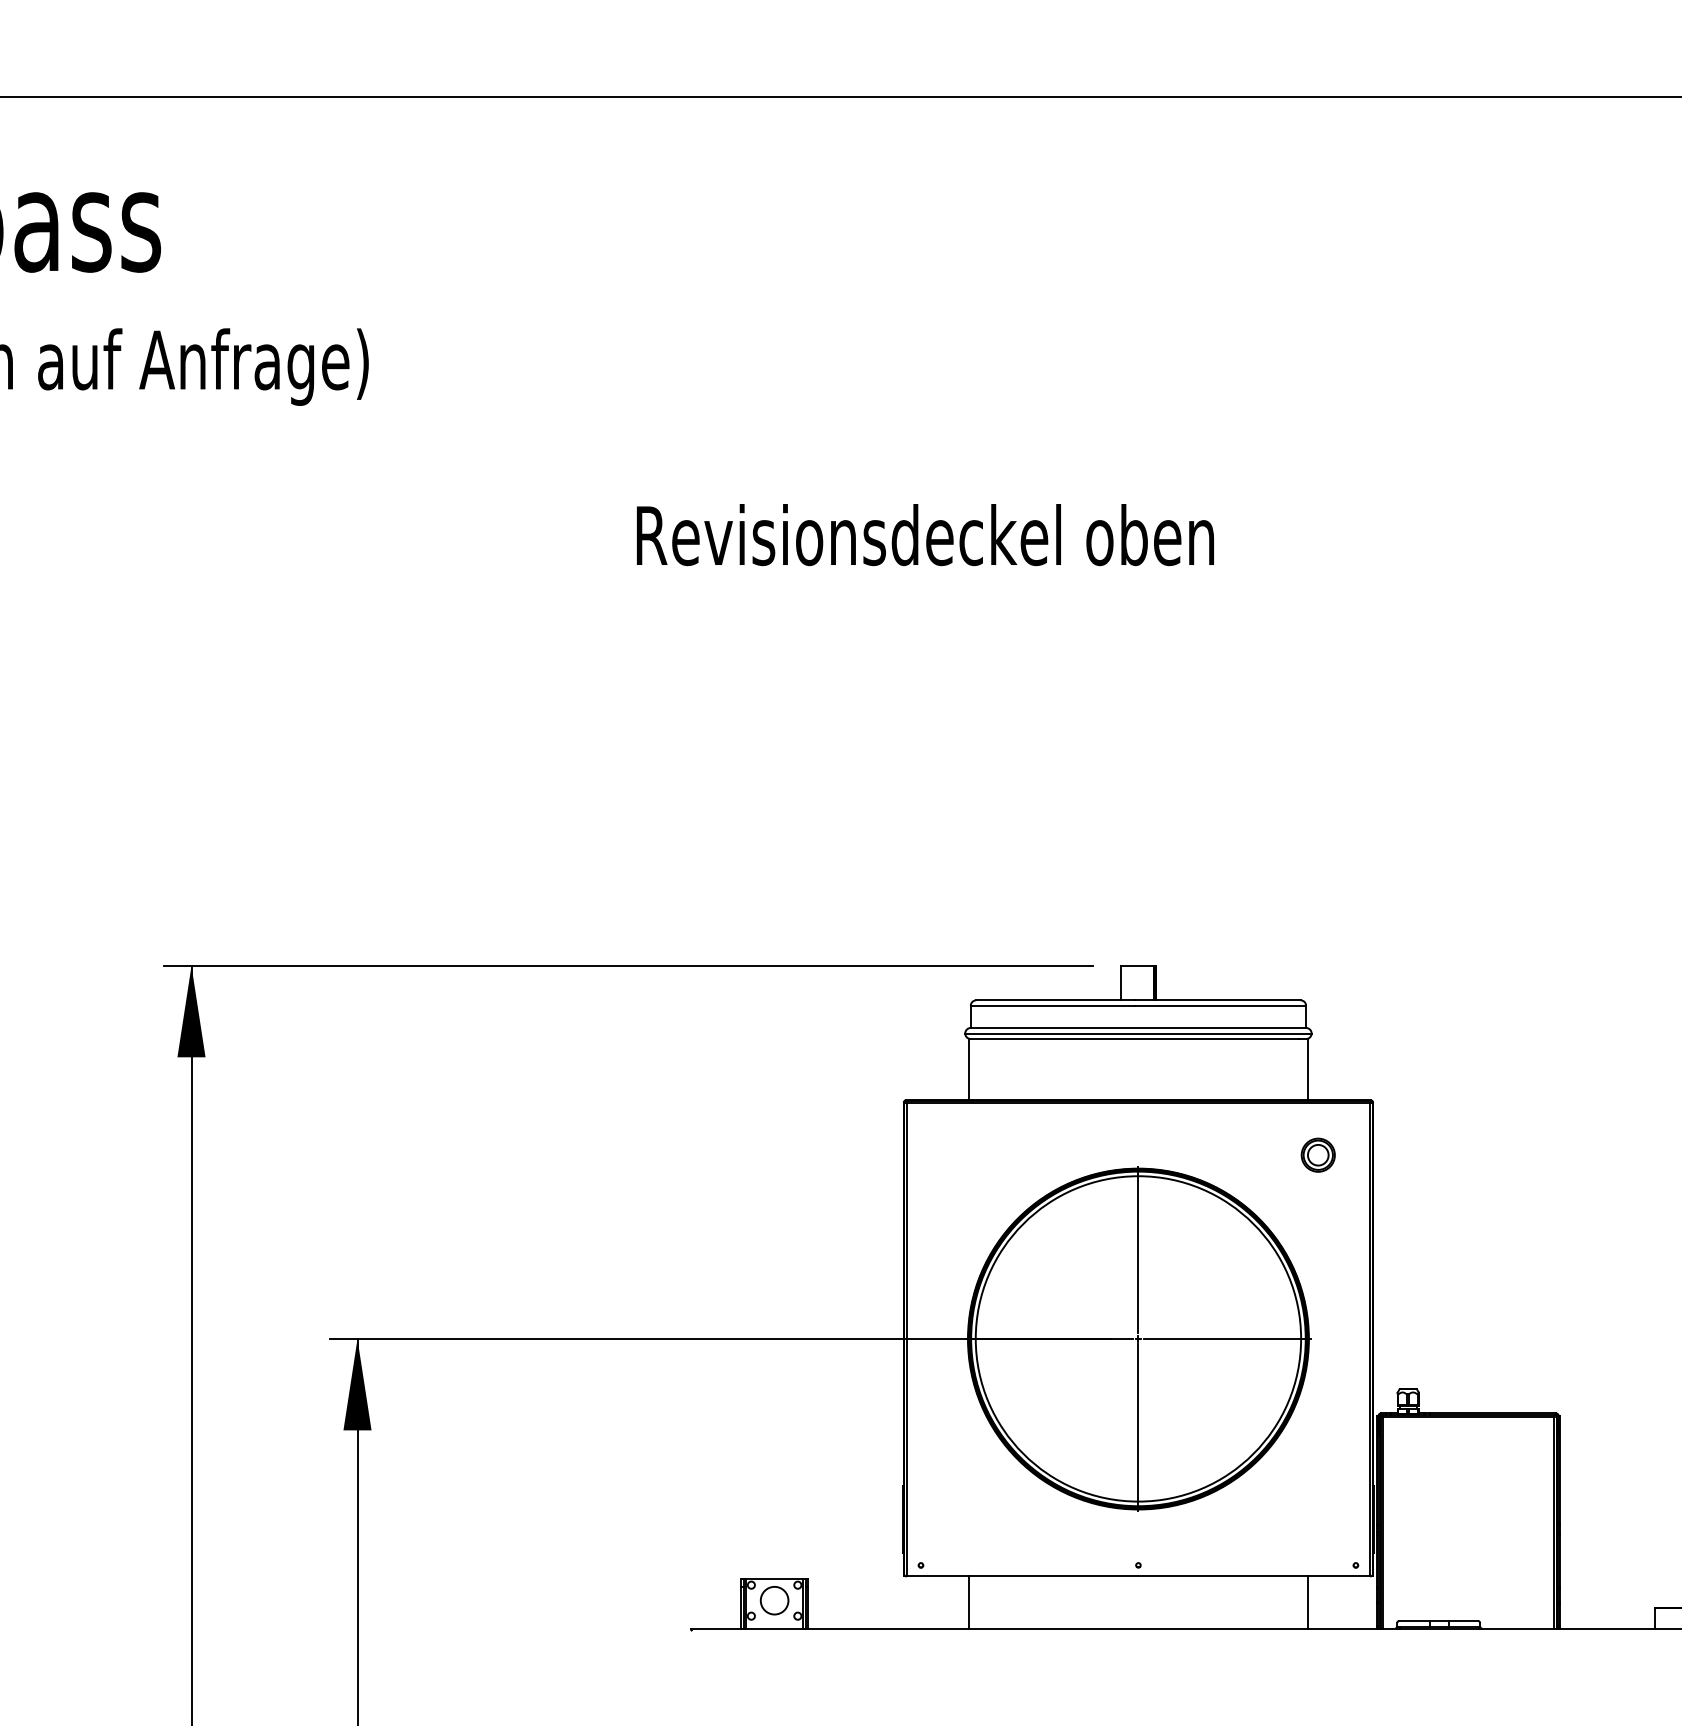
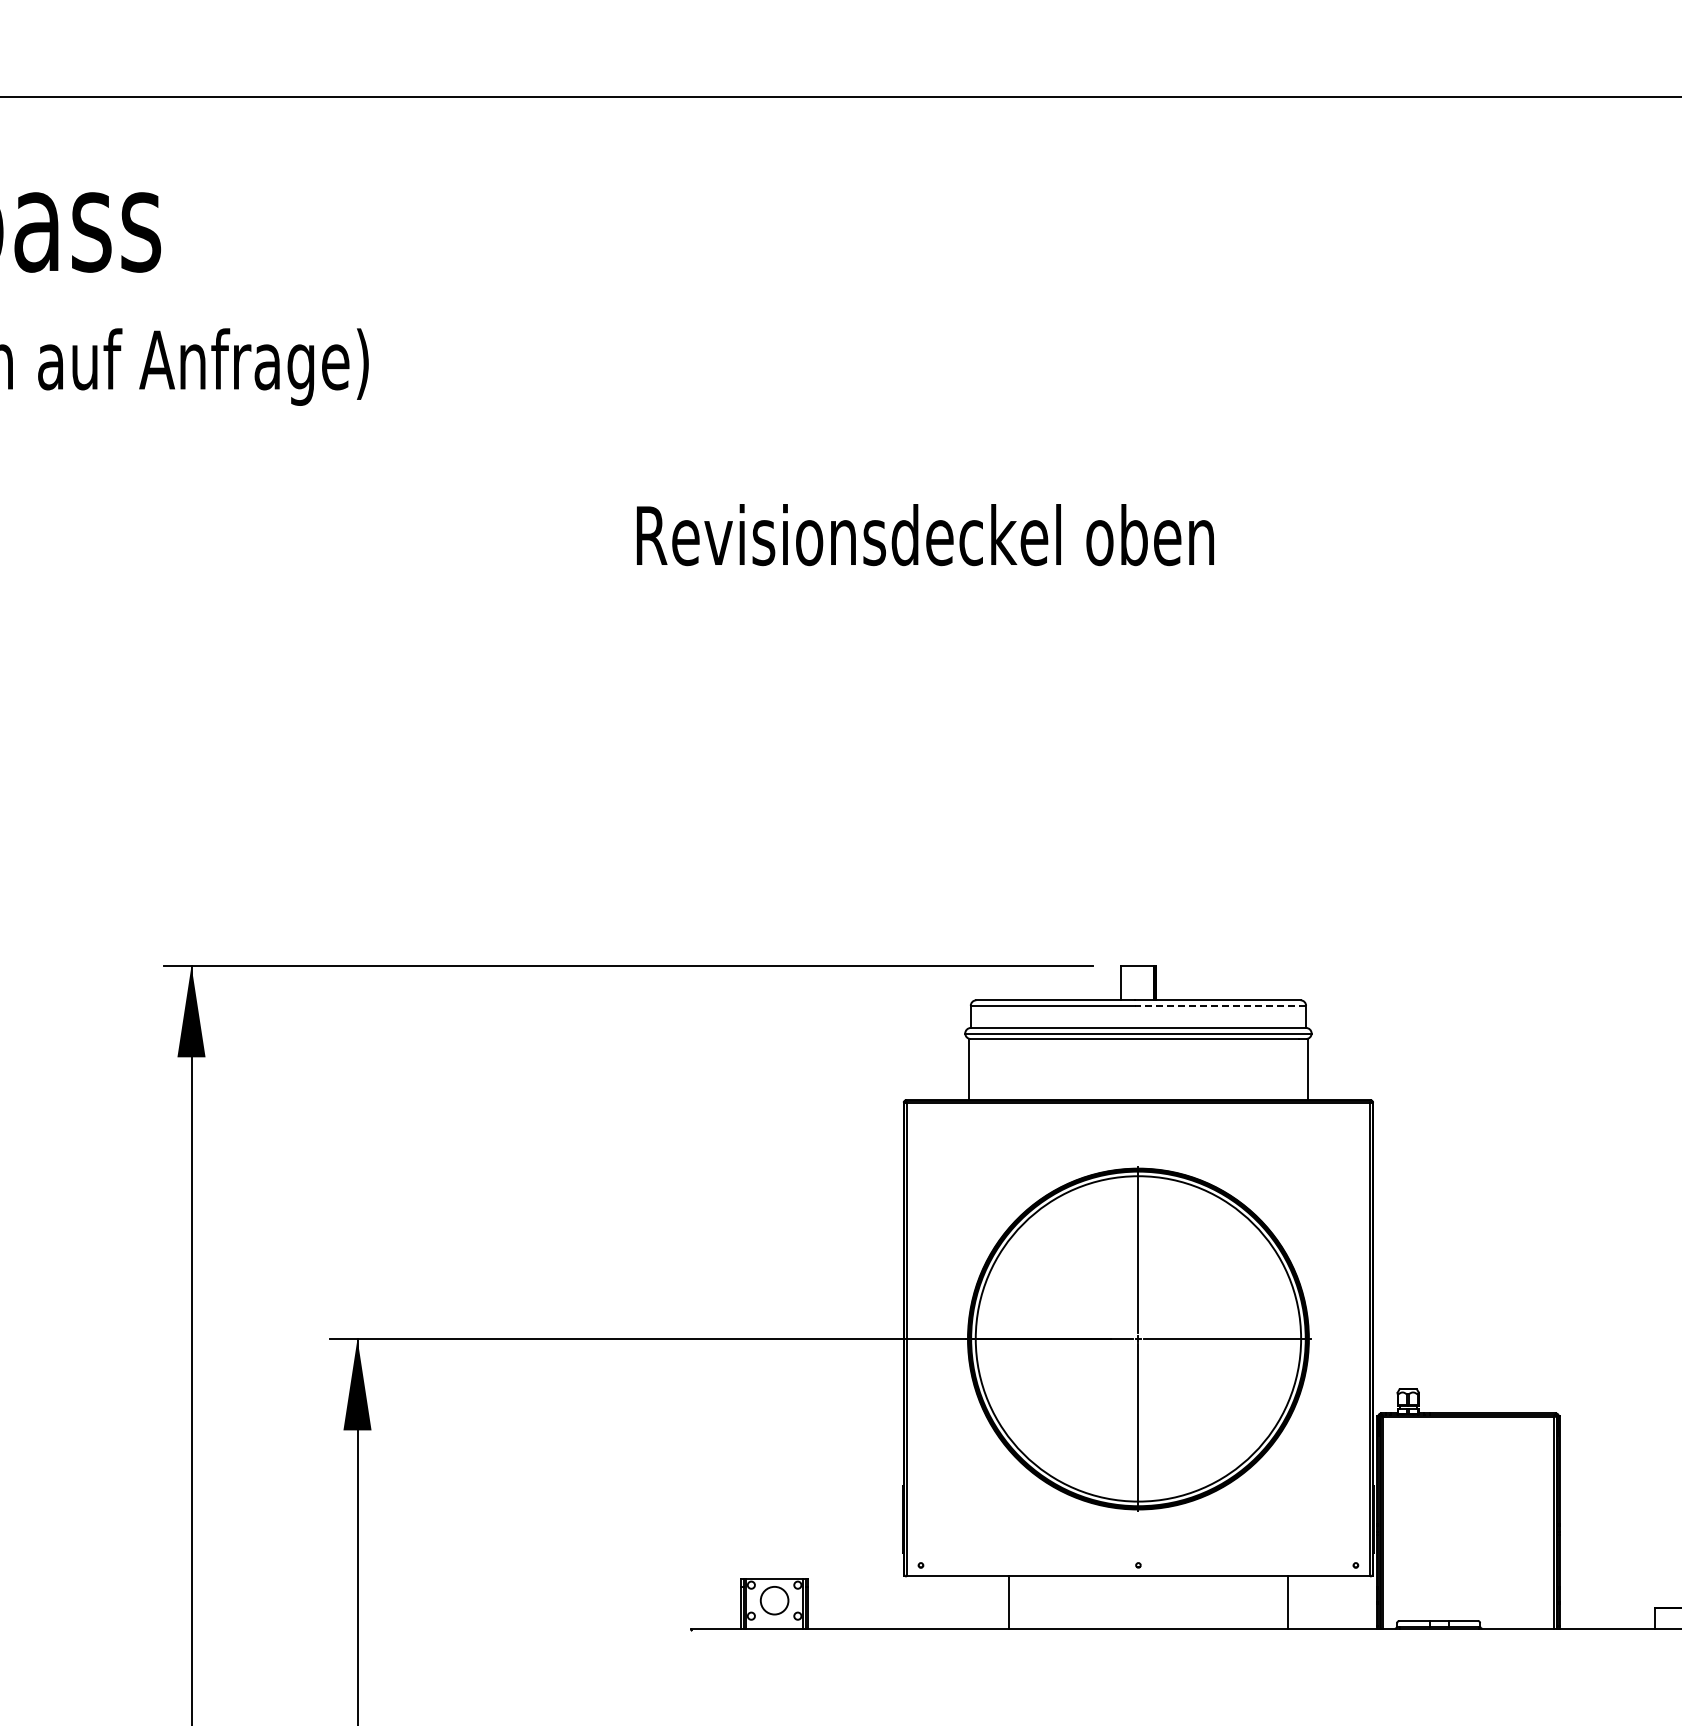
line at (1220, 1005): solid -> dashed
part at (1317, 1154): present -> none
line at (969, 1602) position: (969, 1602) -> (1009, 1602)
line at (1307, 1602) position: (1307, 1602) -> (1287, 1602)
